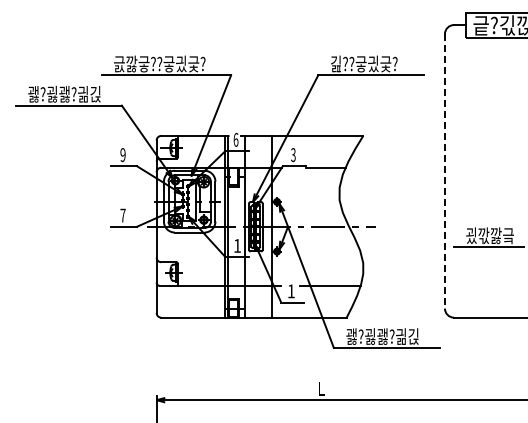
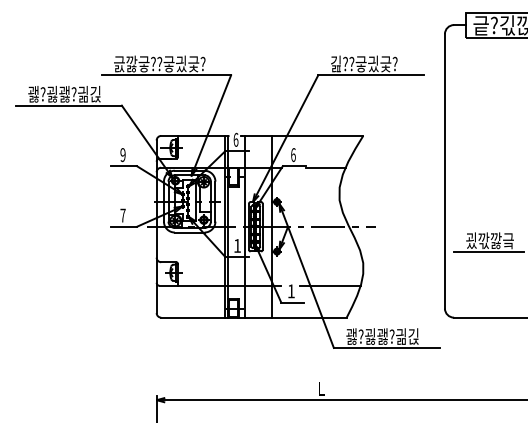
text at (293, 154): 3 -> 6
line at (444, 171): dashed -> solid
part at (488, 237) position: (488, 237) -> (488, 242)
